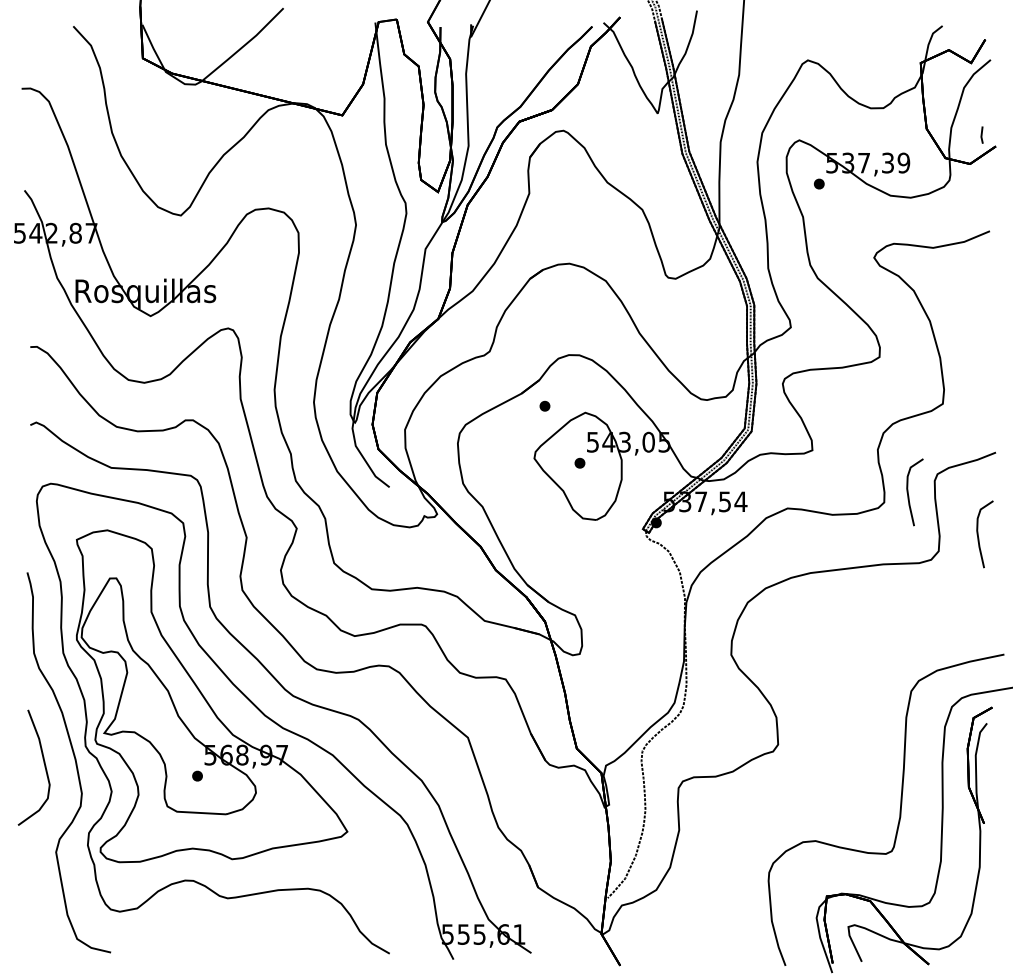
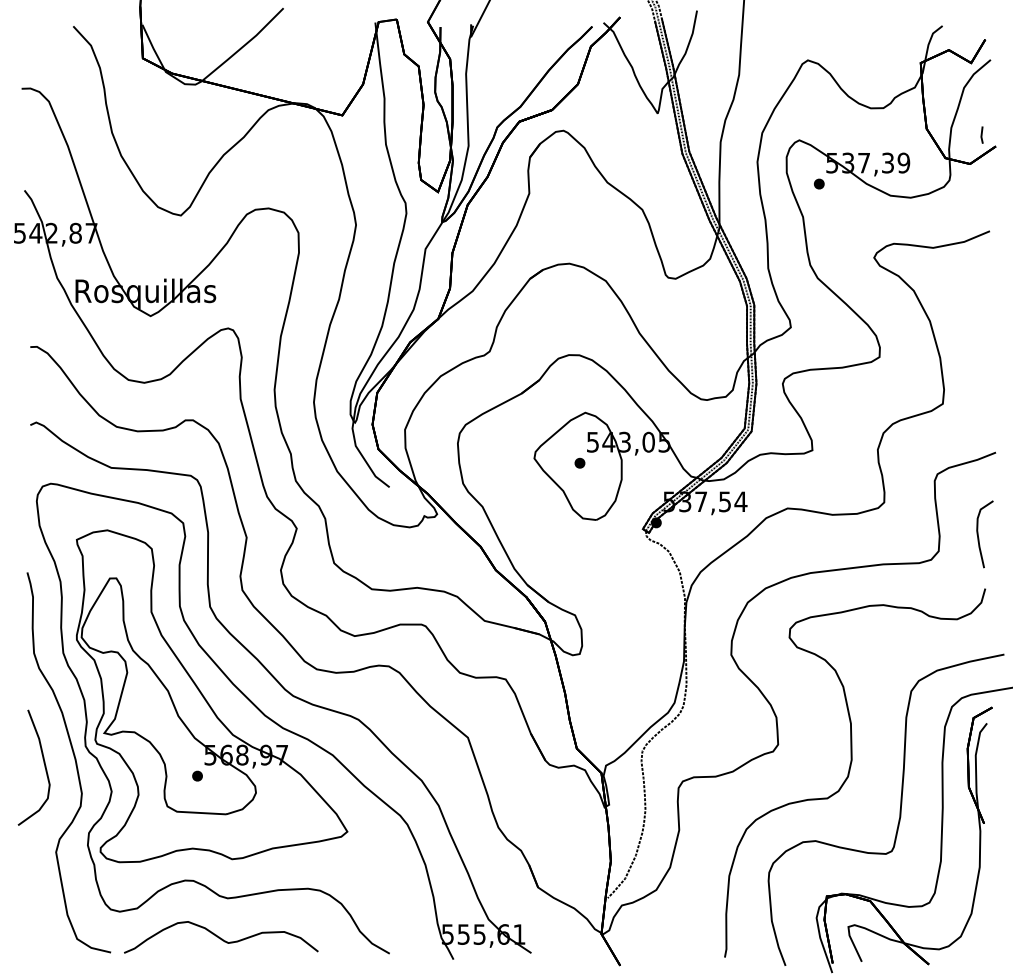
part at (544, 405): present -> none
curve at (909, 495): present -> none
curve at (850, 771): none -> present
curve at (220, 937): none -> present
